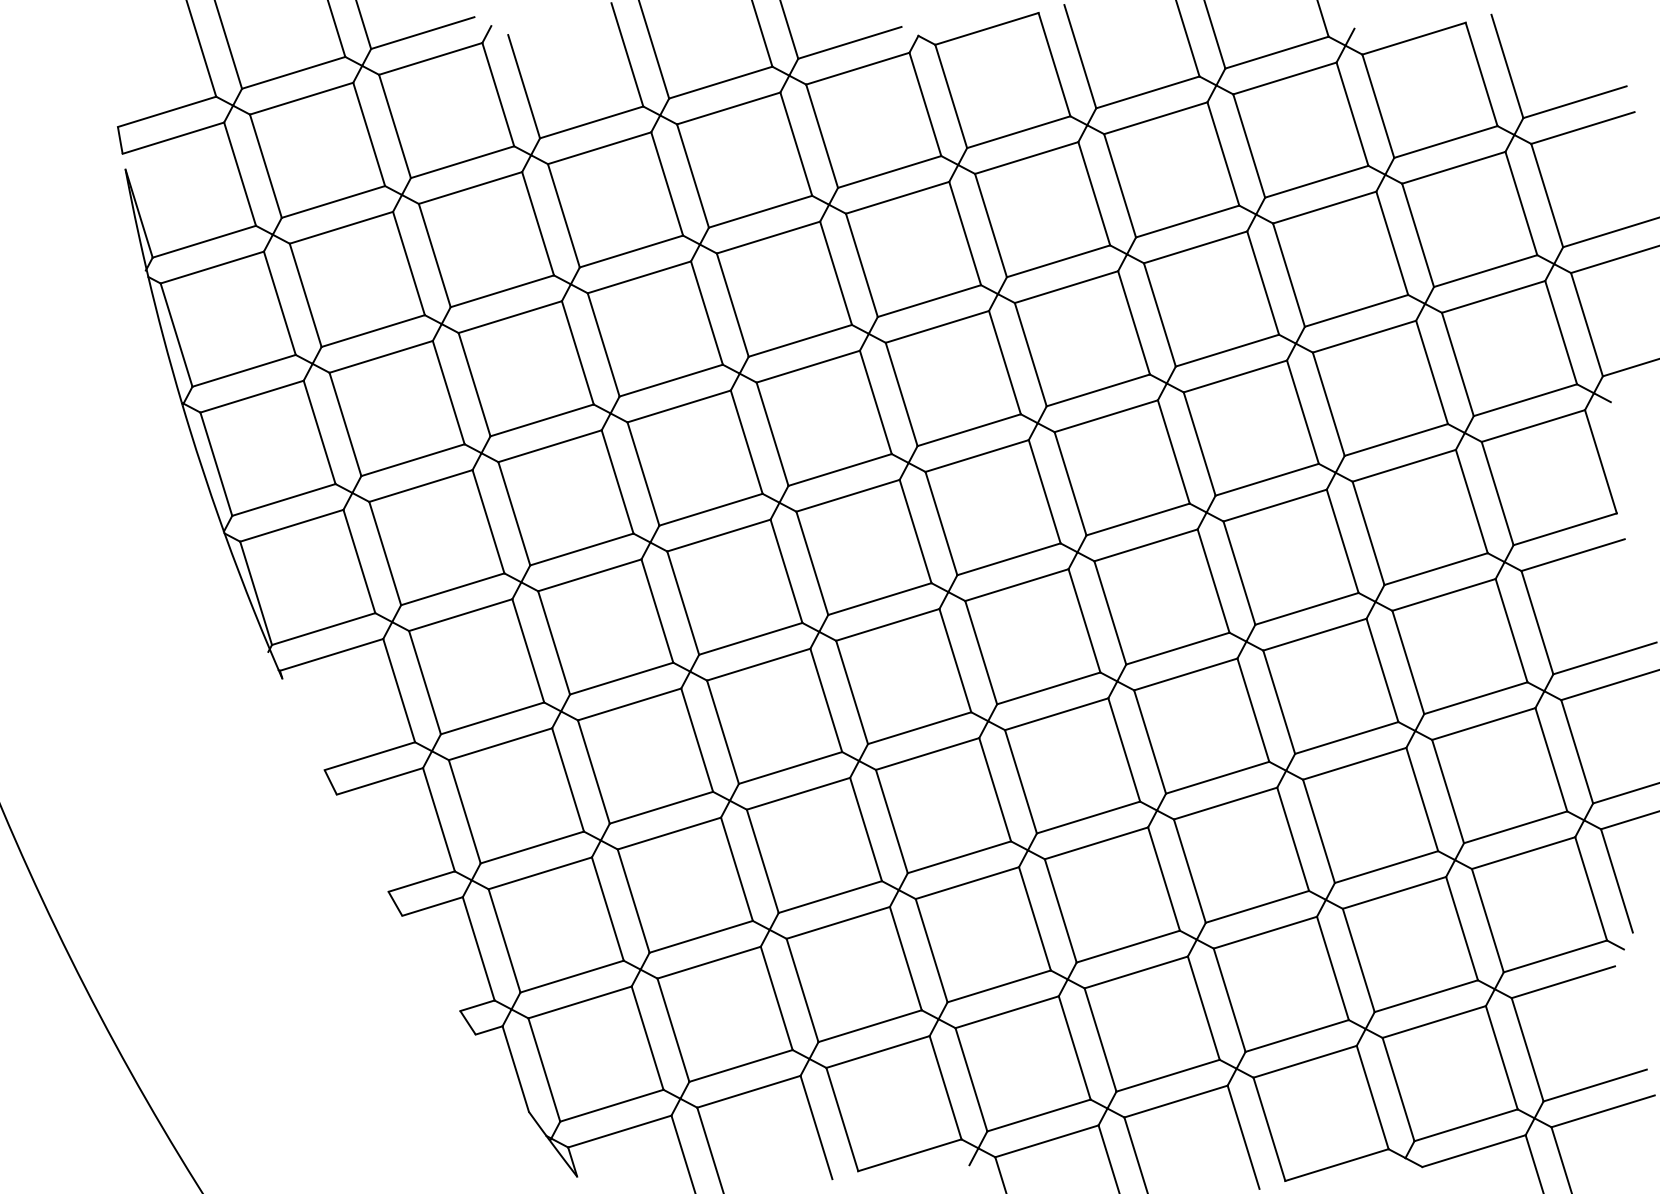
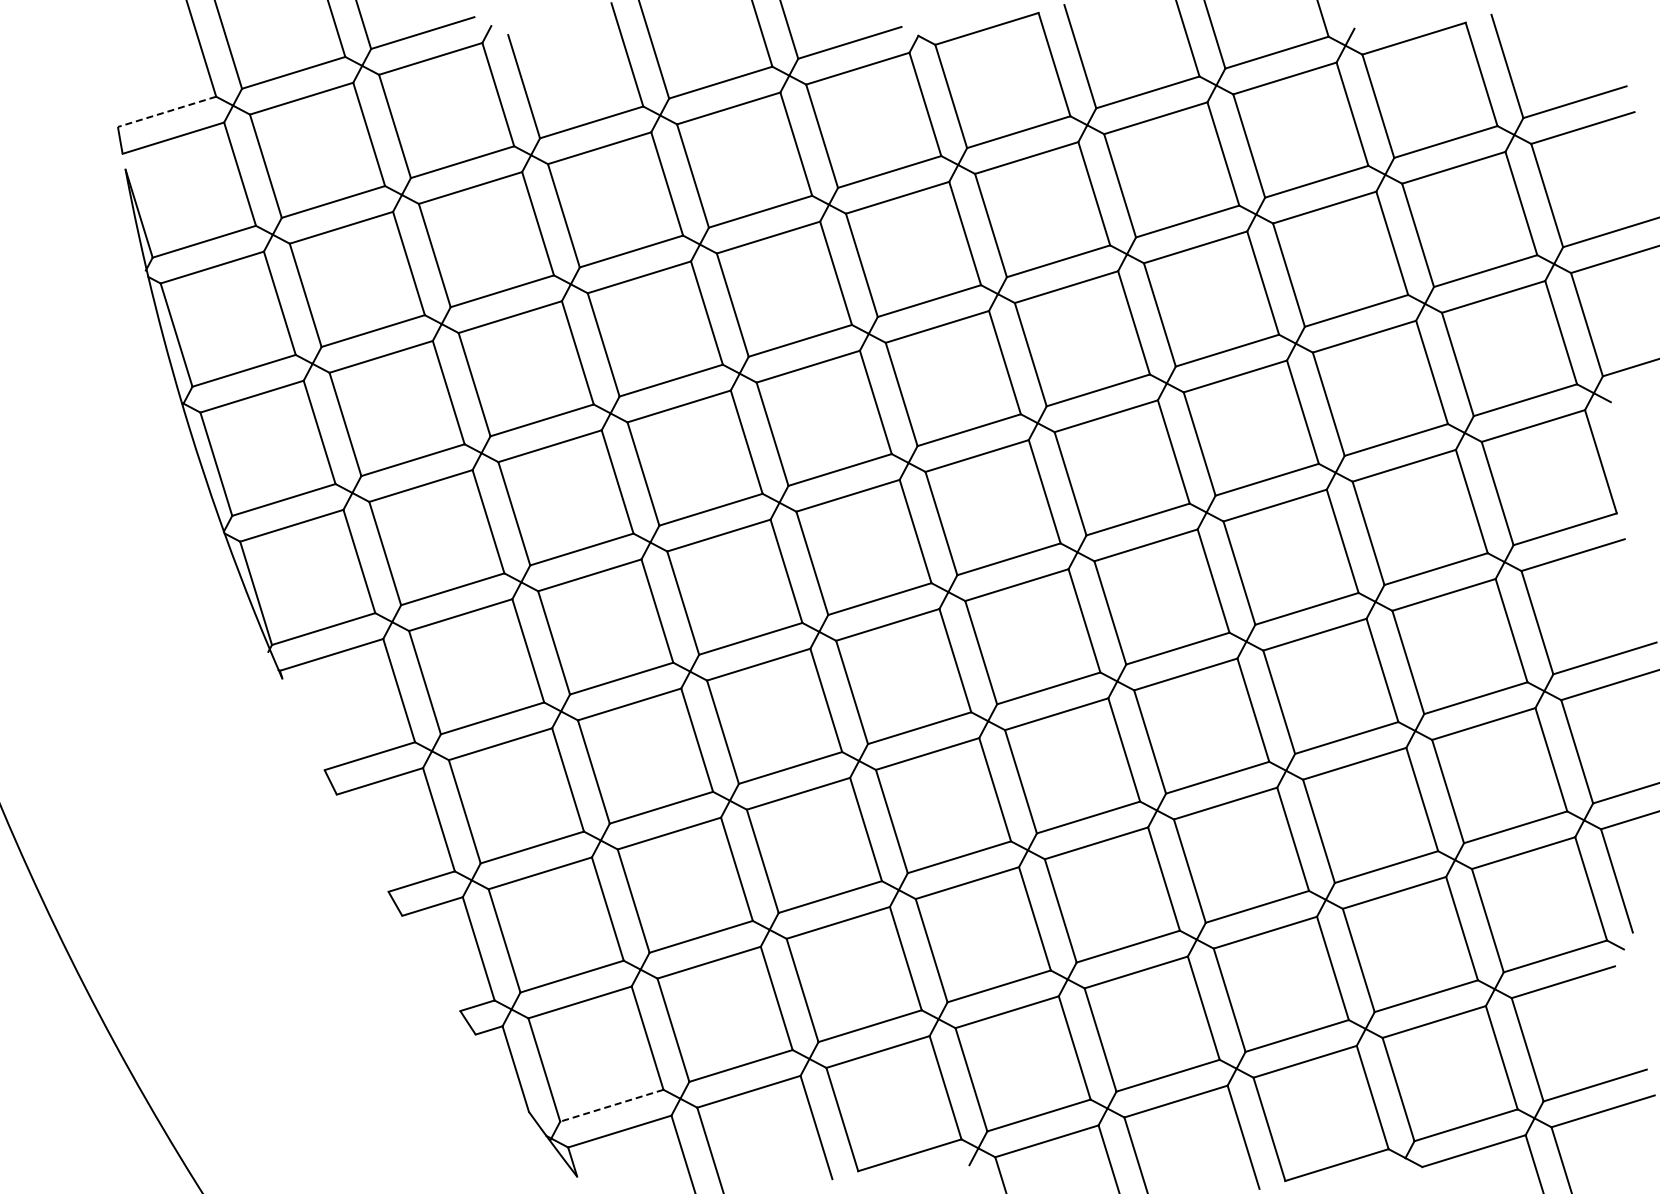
line at (166, 112): solid -> dashed
line at (611, 1105): solid -> dashed
